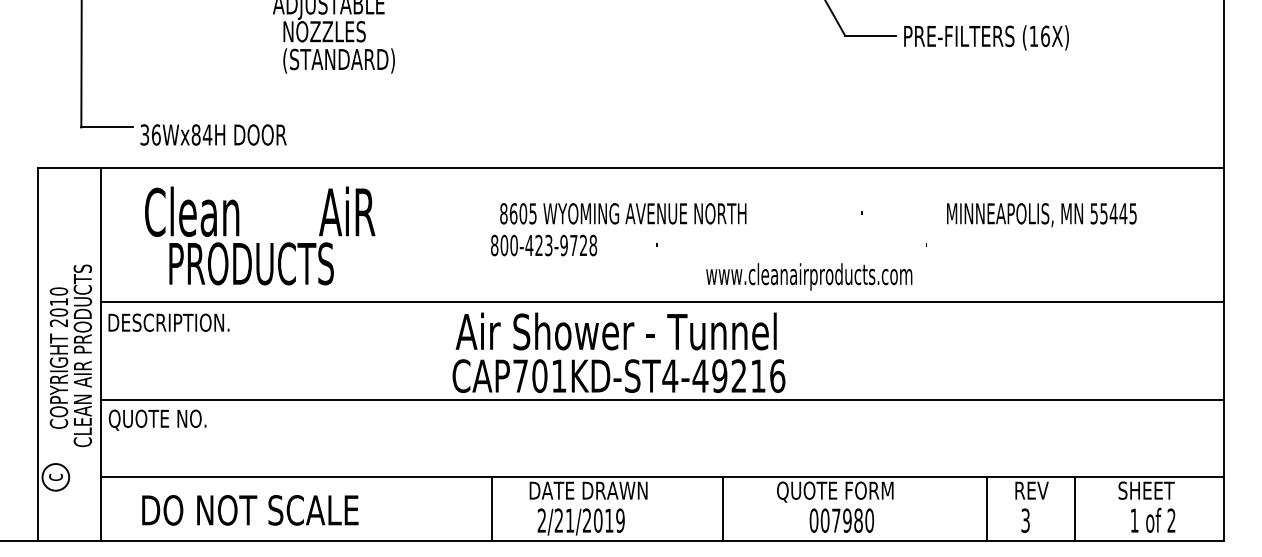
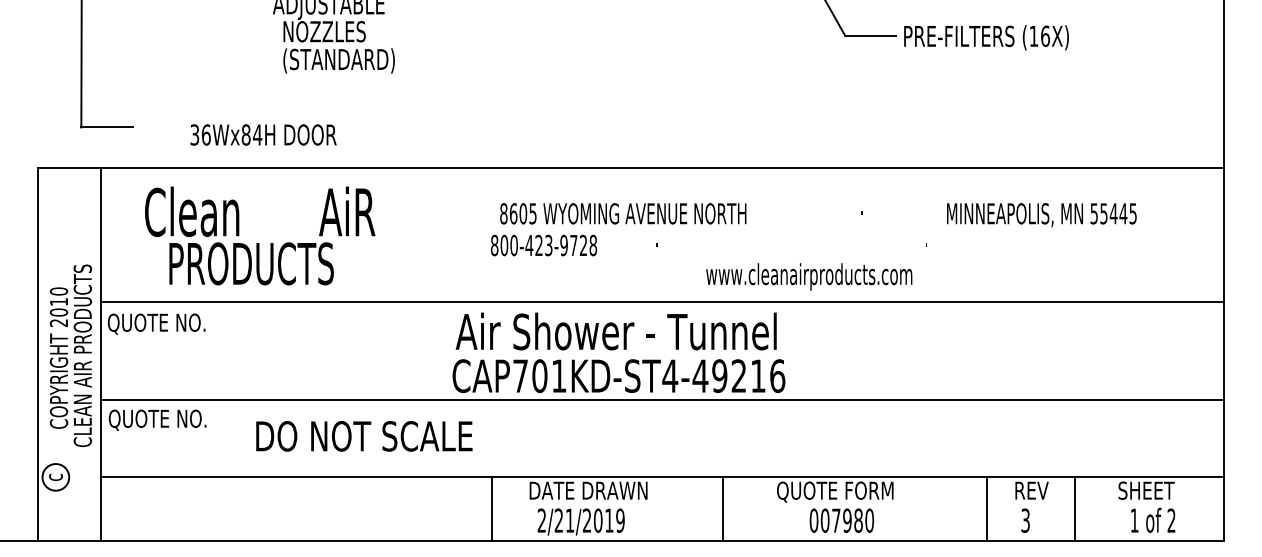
text at (213, 134) position: (213, 134) -> (263, 134)
text at (168, 323): DESCRIPTION. -> QUOTE NO.
text at (250, 510) position: (250, 510) -> (364, 436)
